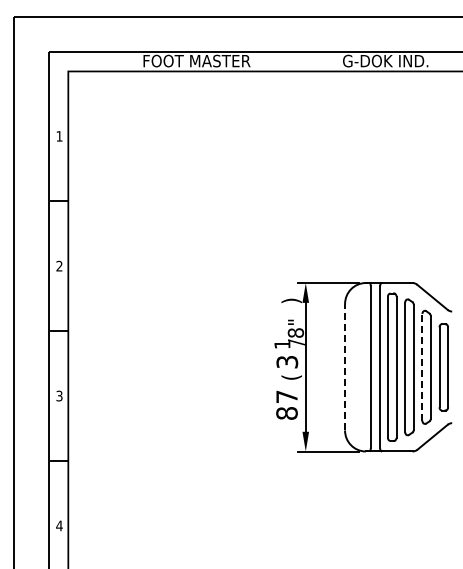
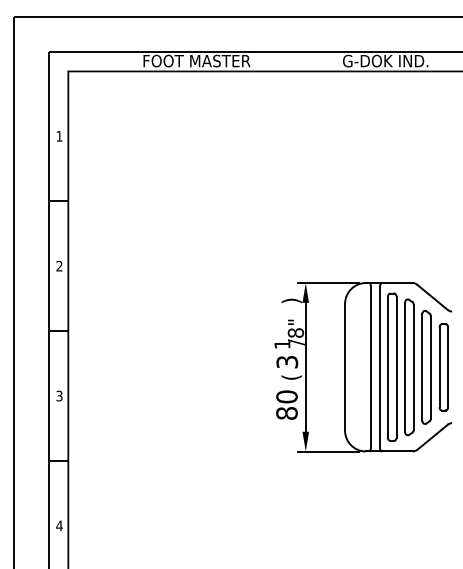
line at (345, 366): dashed -> solid
line at (422, 366): dashed -> solid
text at (286, 396): 87 -> 80
